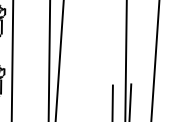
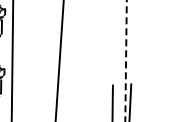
line at (49, 60): present -> none
line at (126, 60): solid -> dashed
line at (155, 60): present -> none
